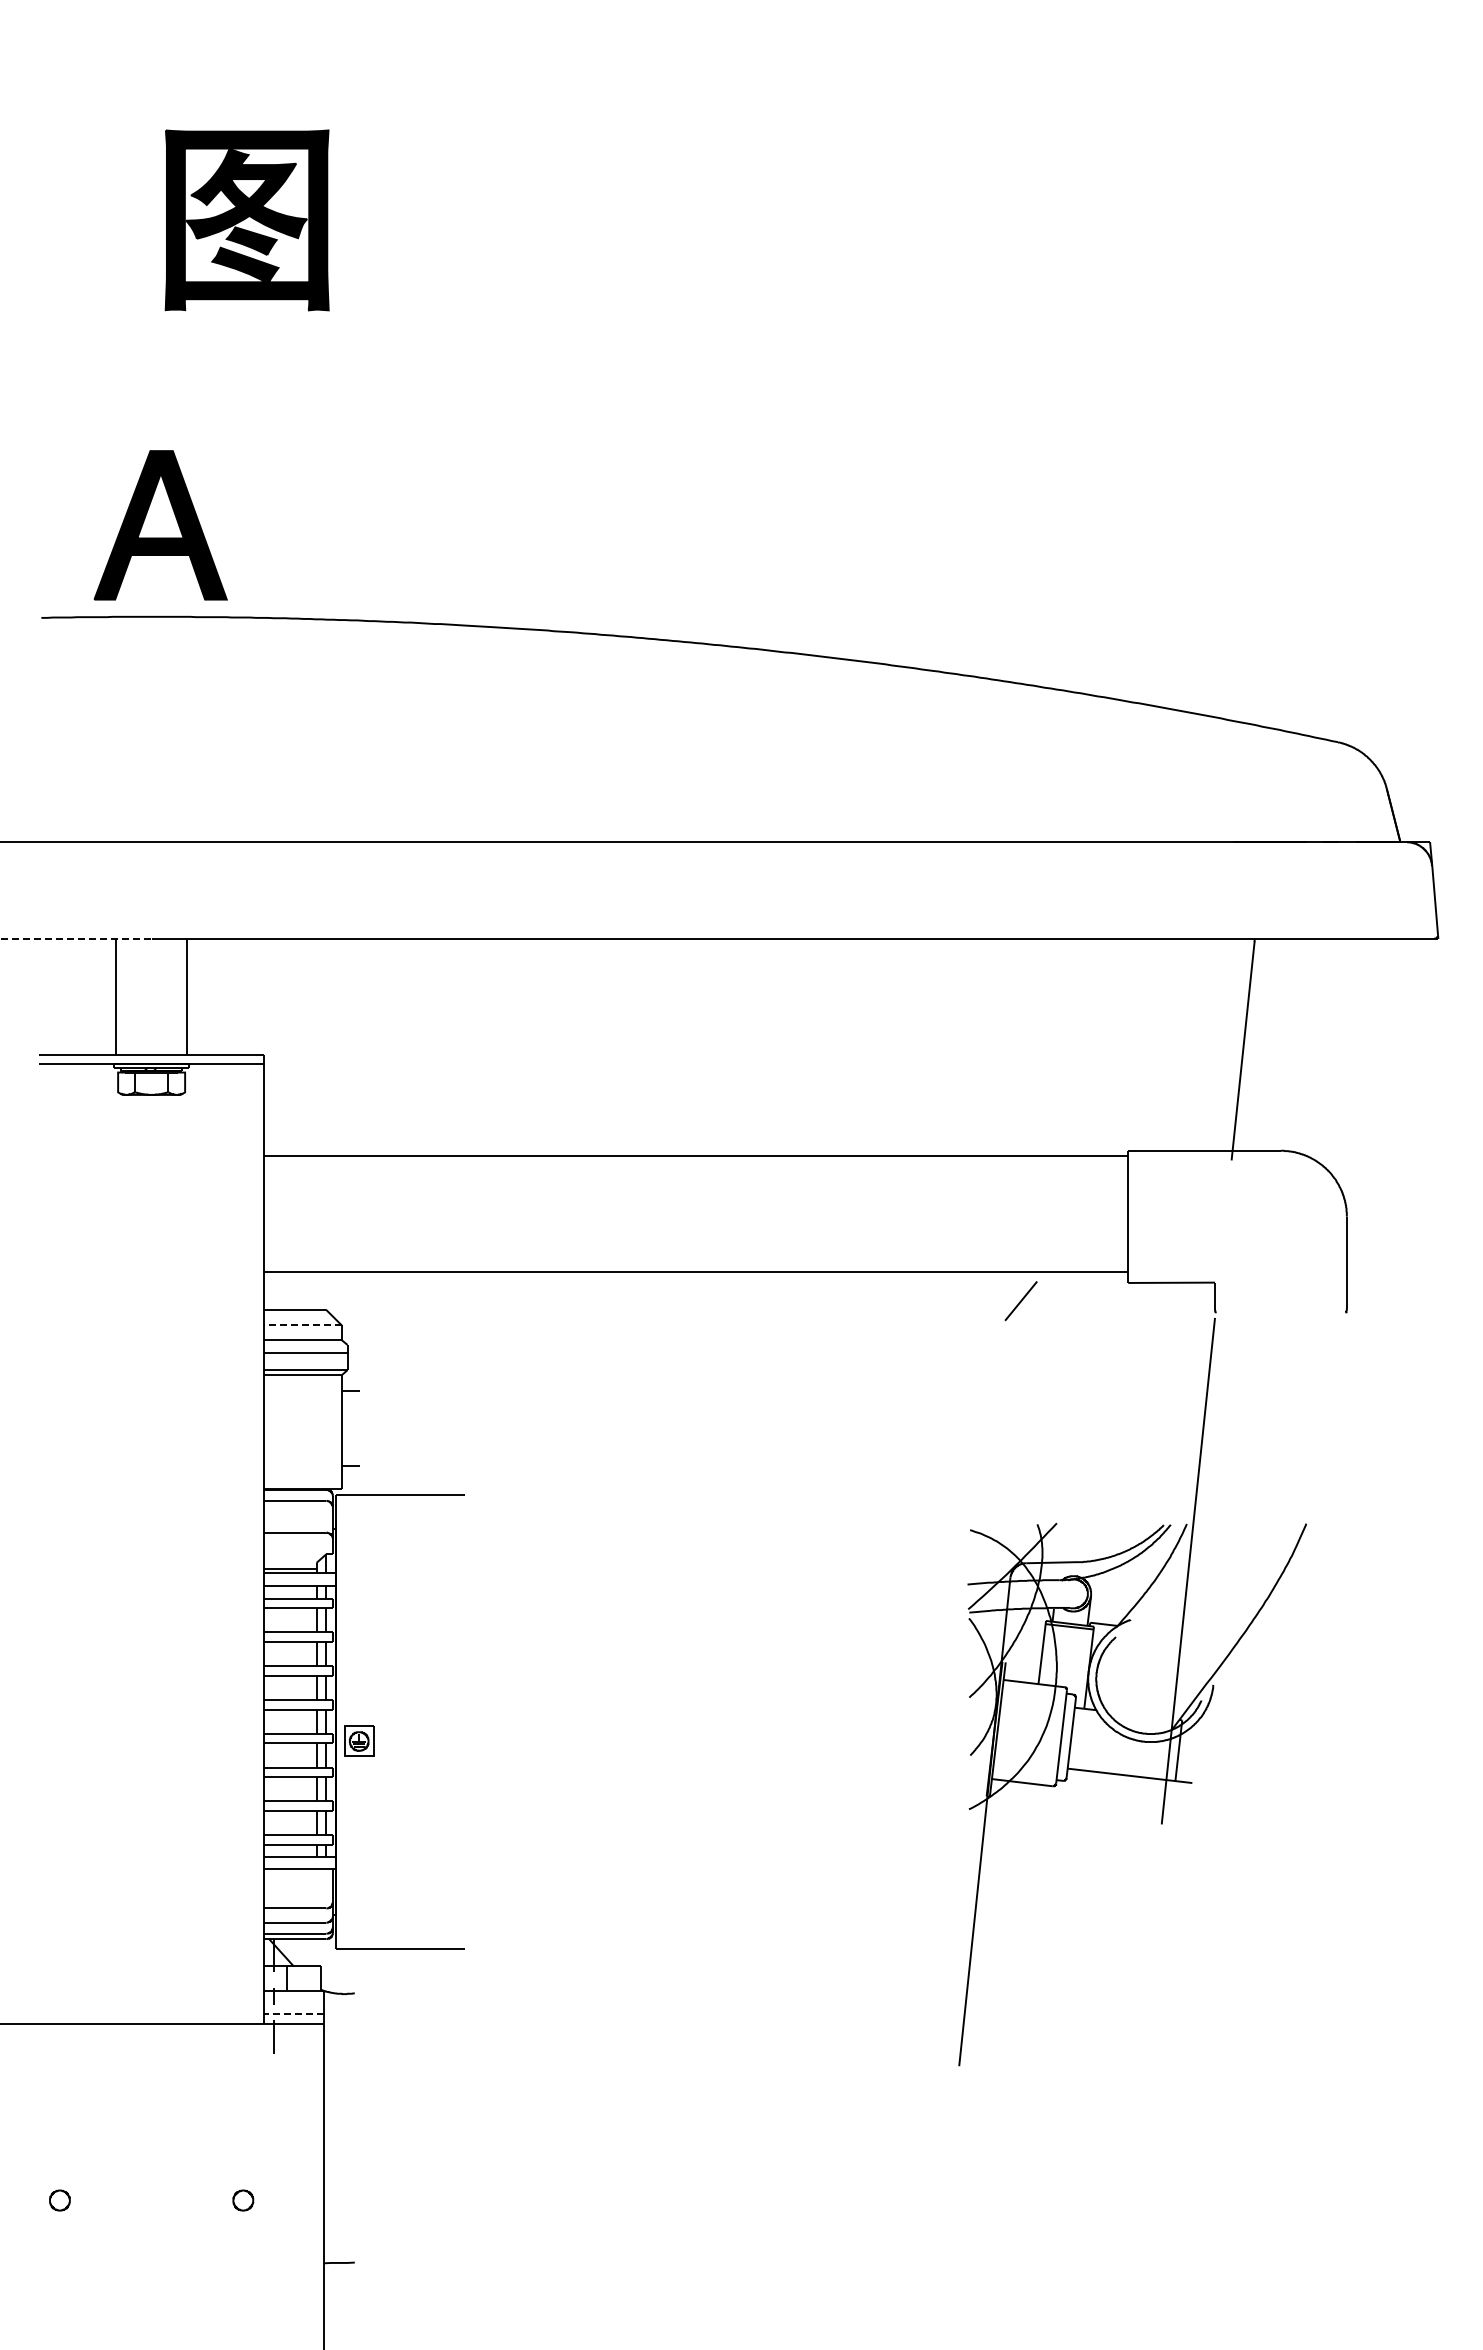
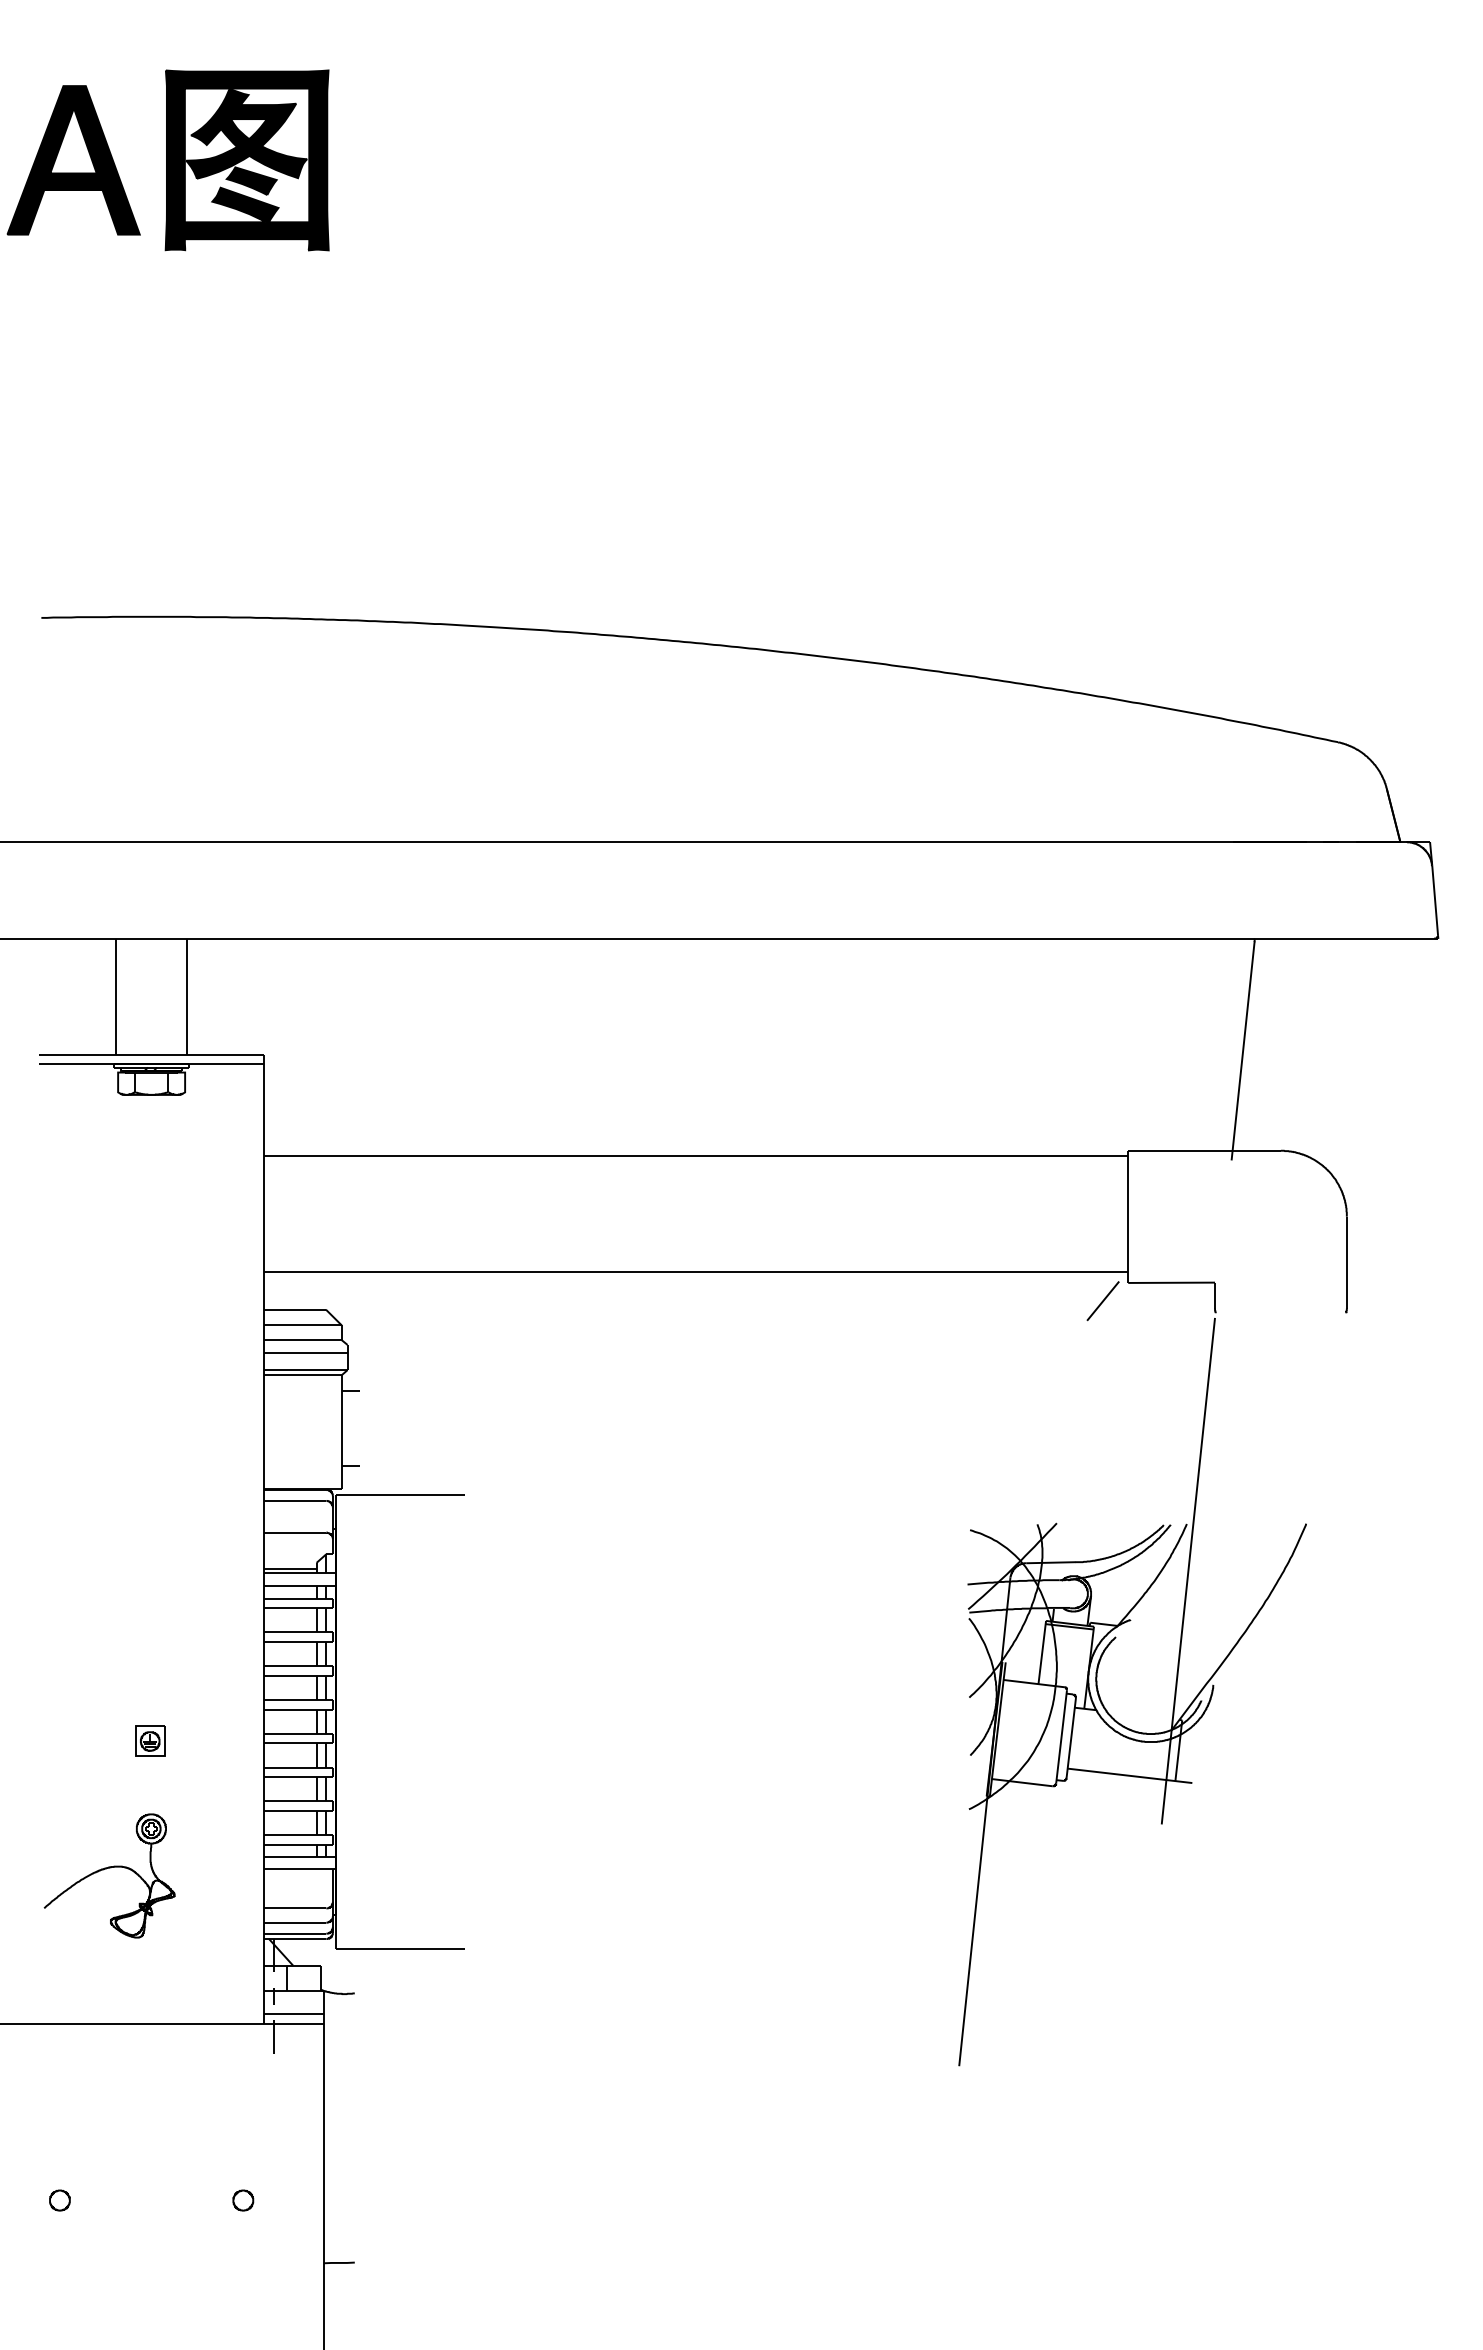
part at (246, 220) position: (246, 220) -> (246, 160)
part at (160, 525) position: (160, 525) -> (73, 160)
line at (76, 938): dashed -> solid
line at (1020, 1301) position: (1020, 1301) -> (1102, 1301)
line at (303, 1325): dashed -> solid
part at (359, 1740) position: (359, 1740) -> (150, 1740)
part at (106, 1869): none -> present
line at (294, 2013): dashed -> solid
